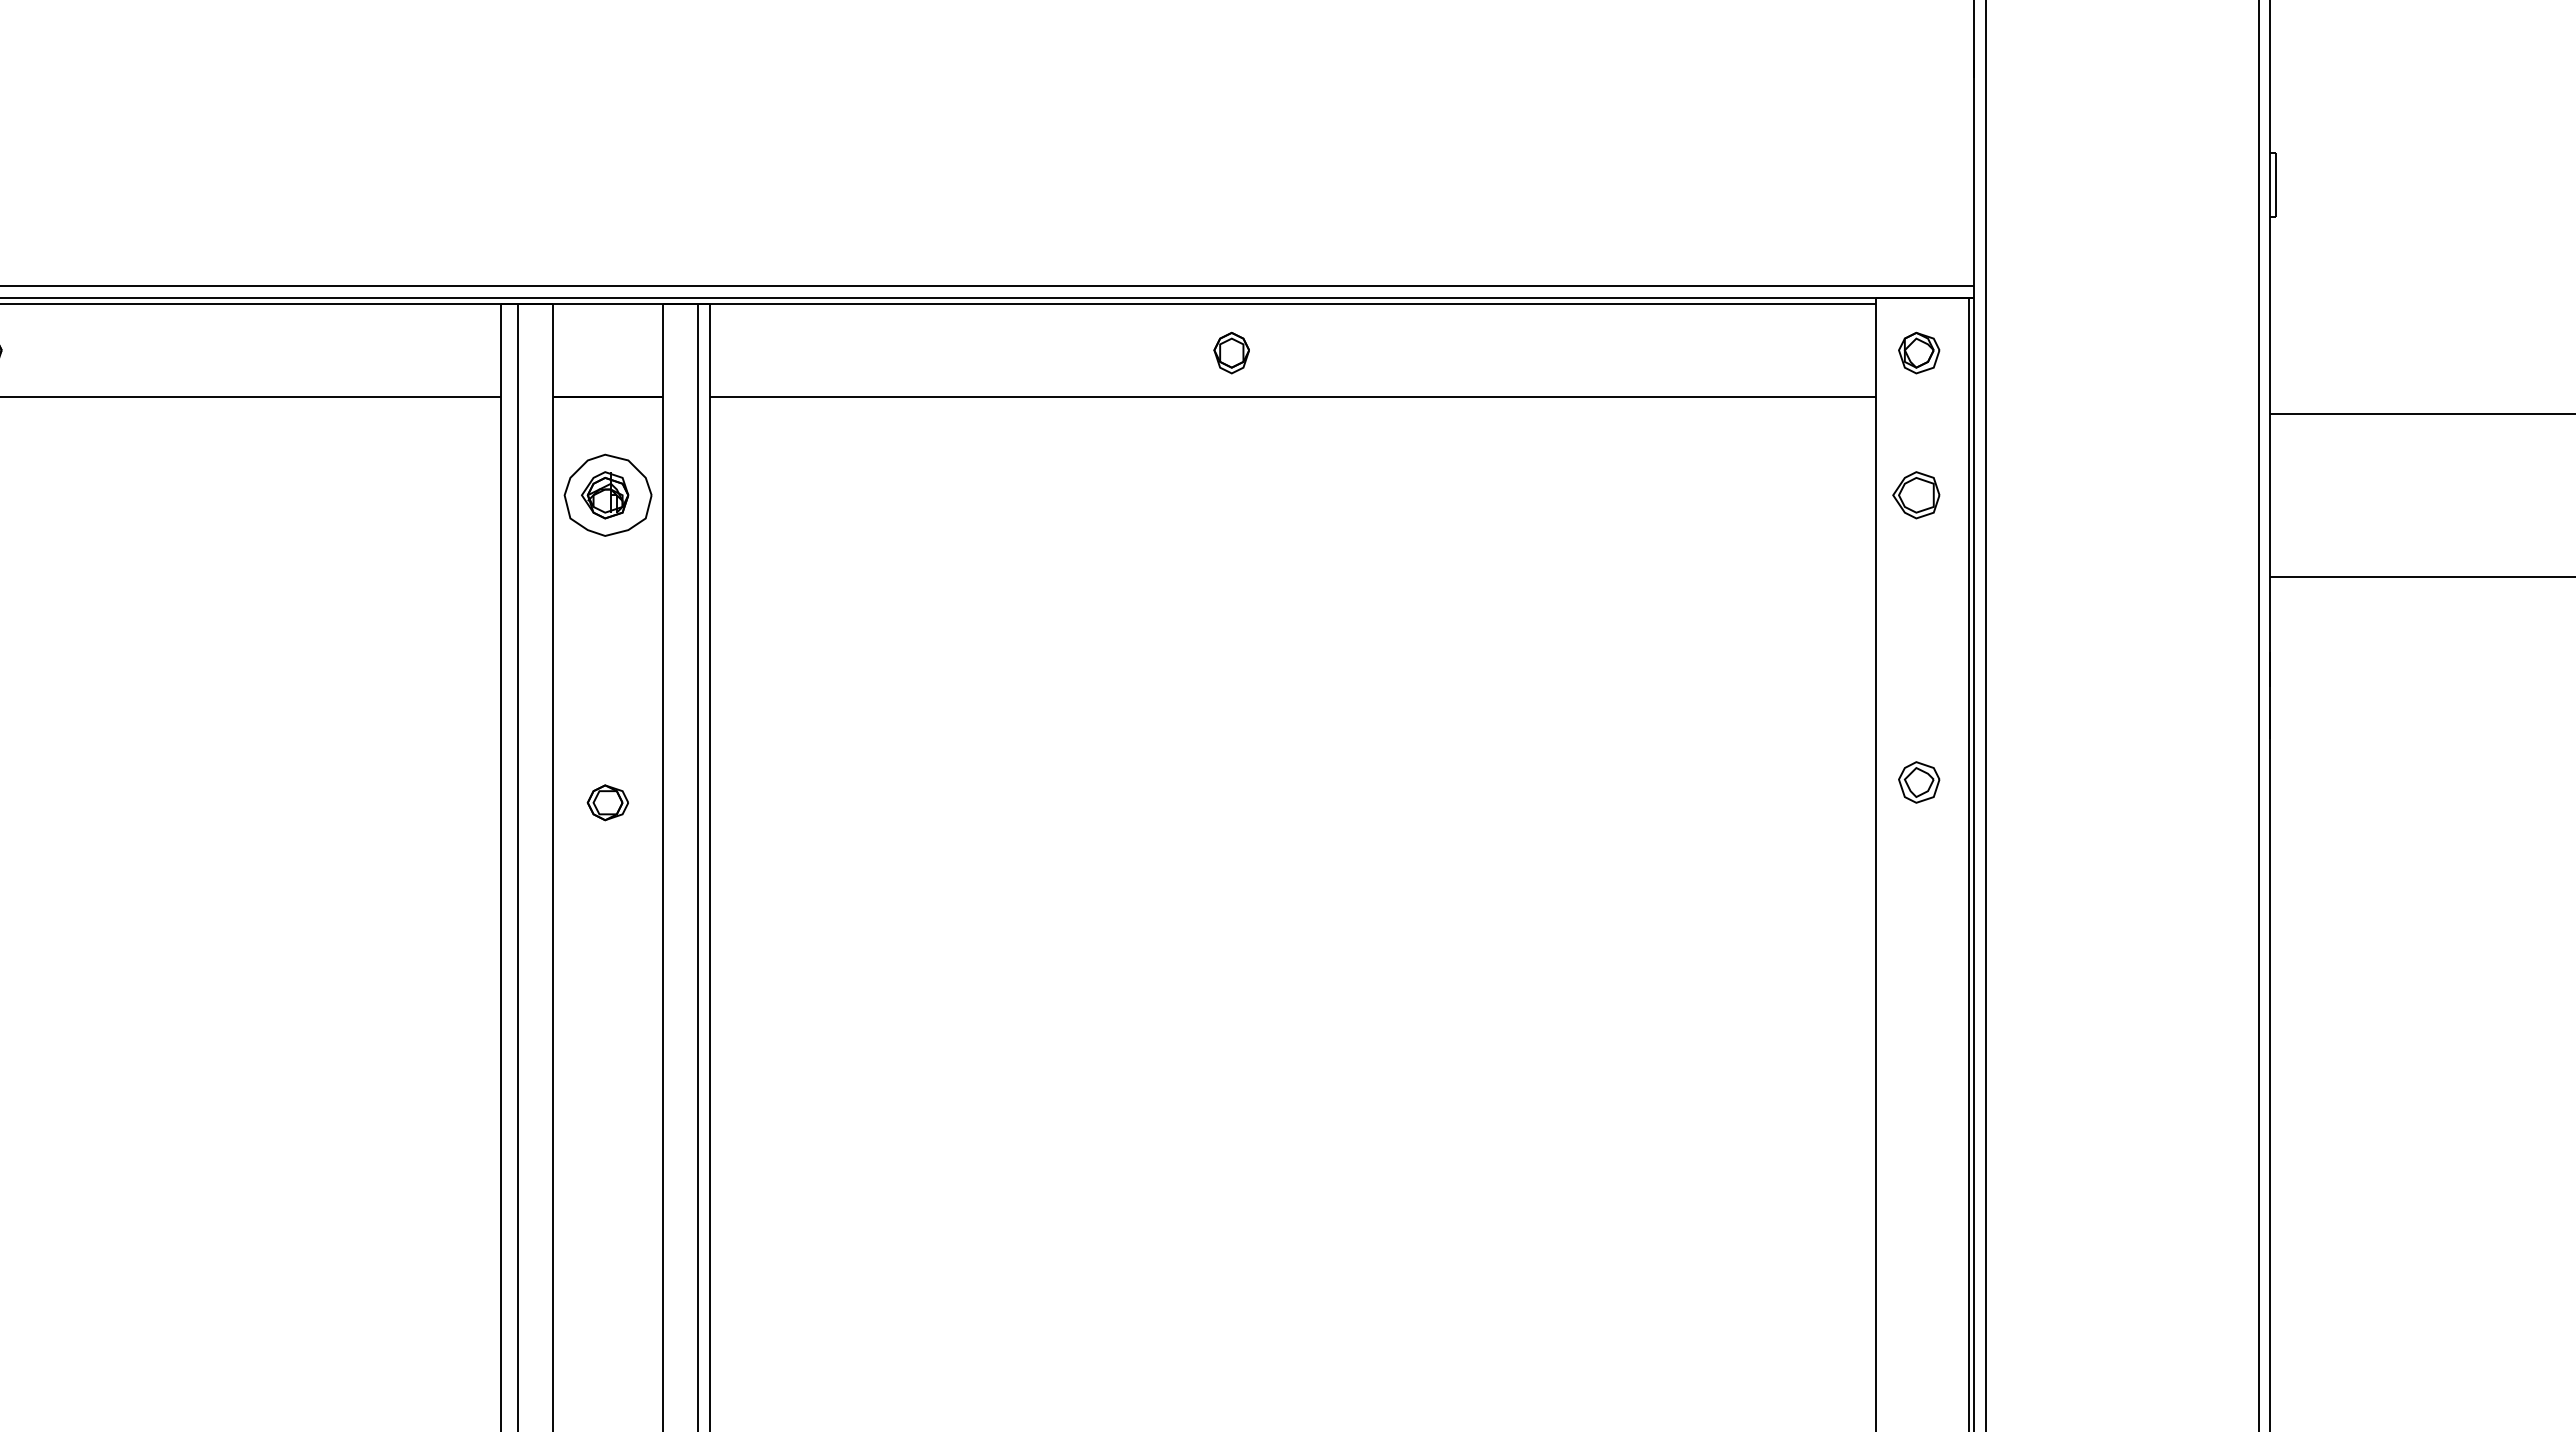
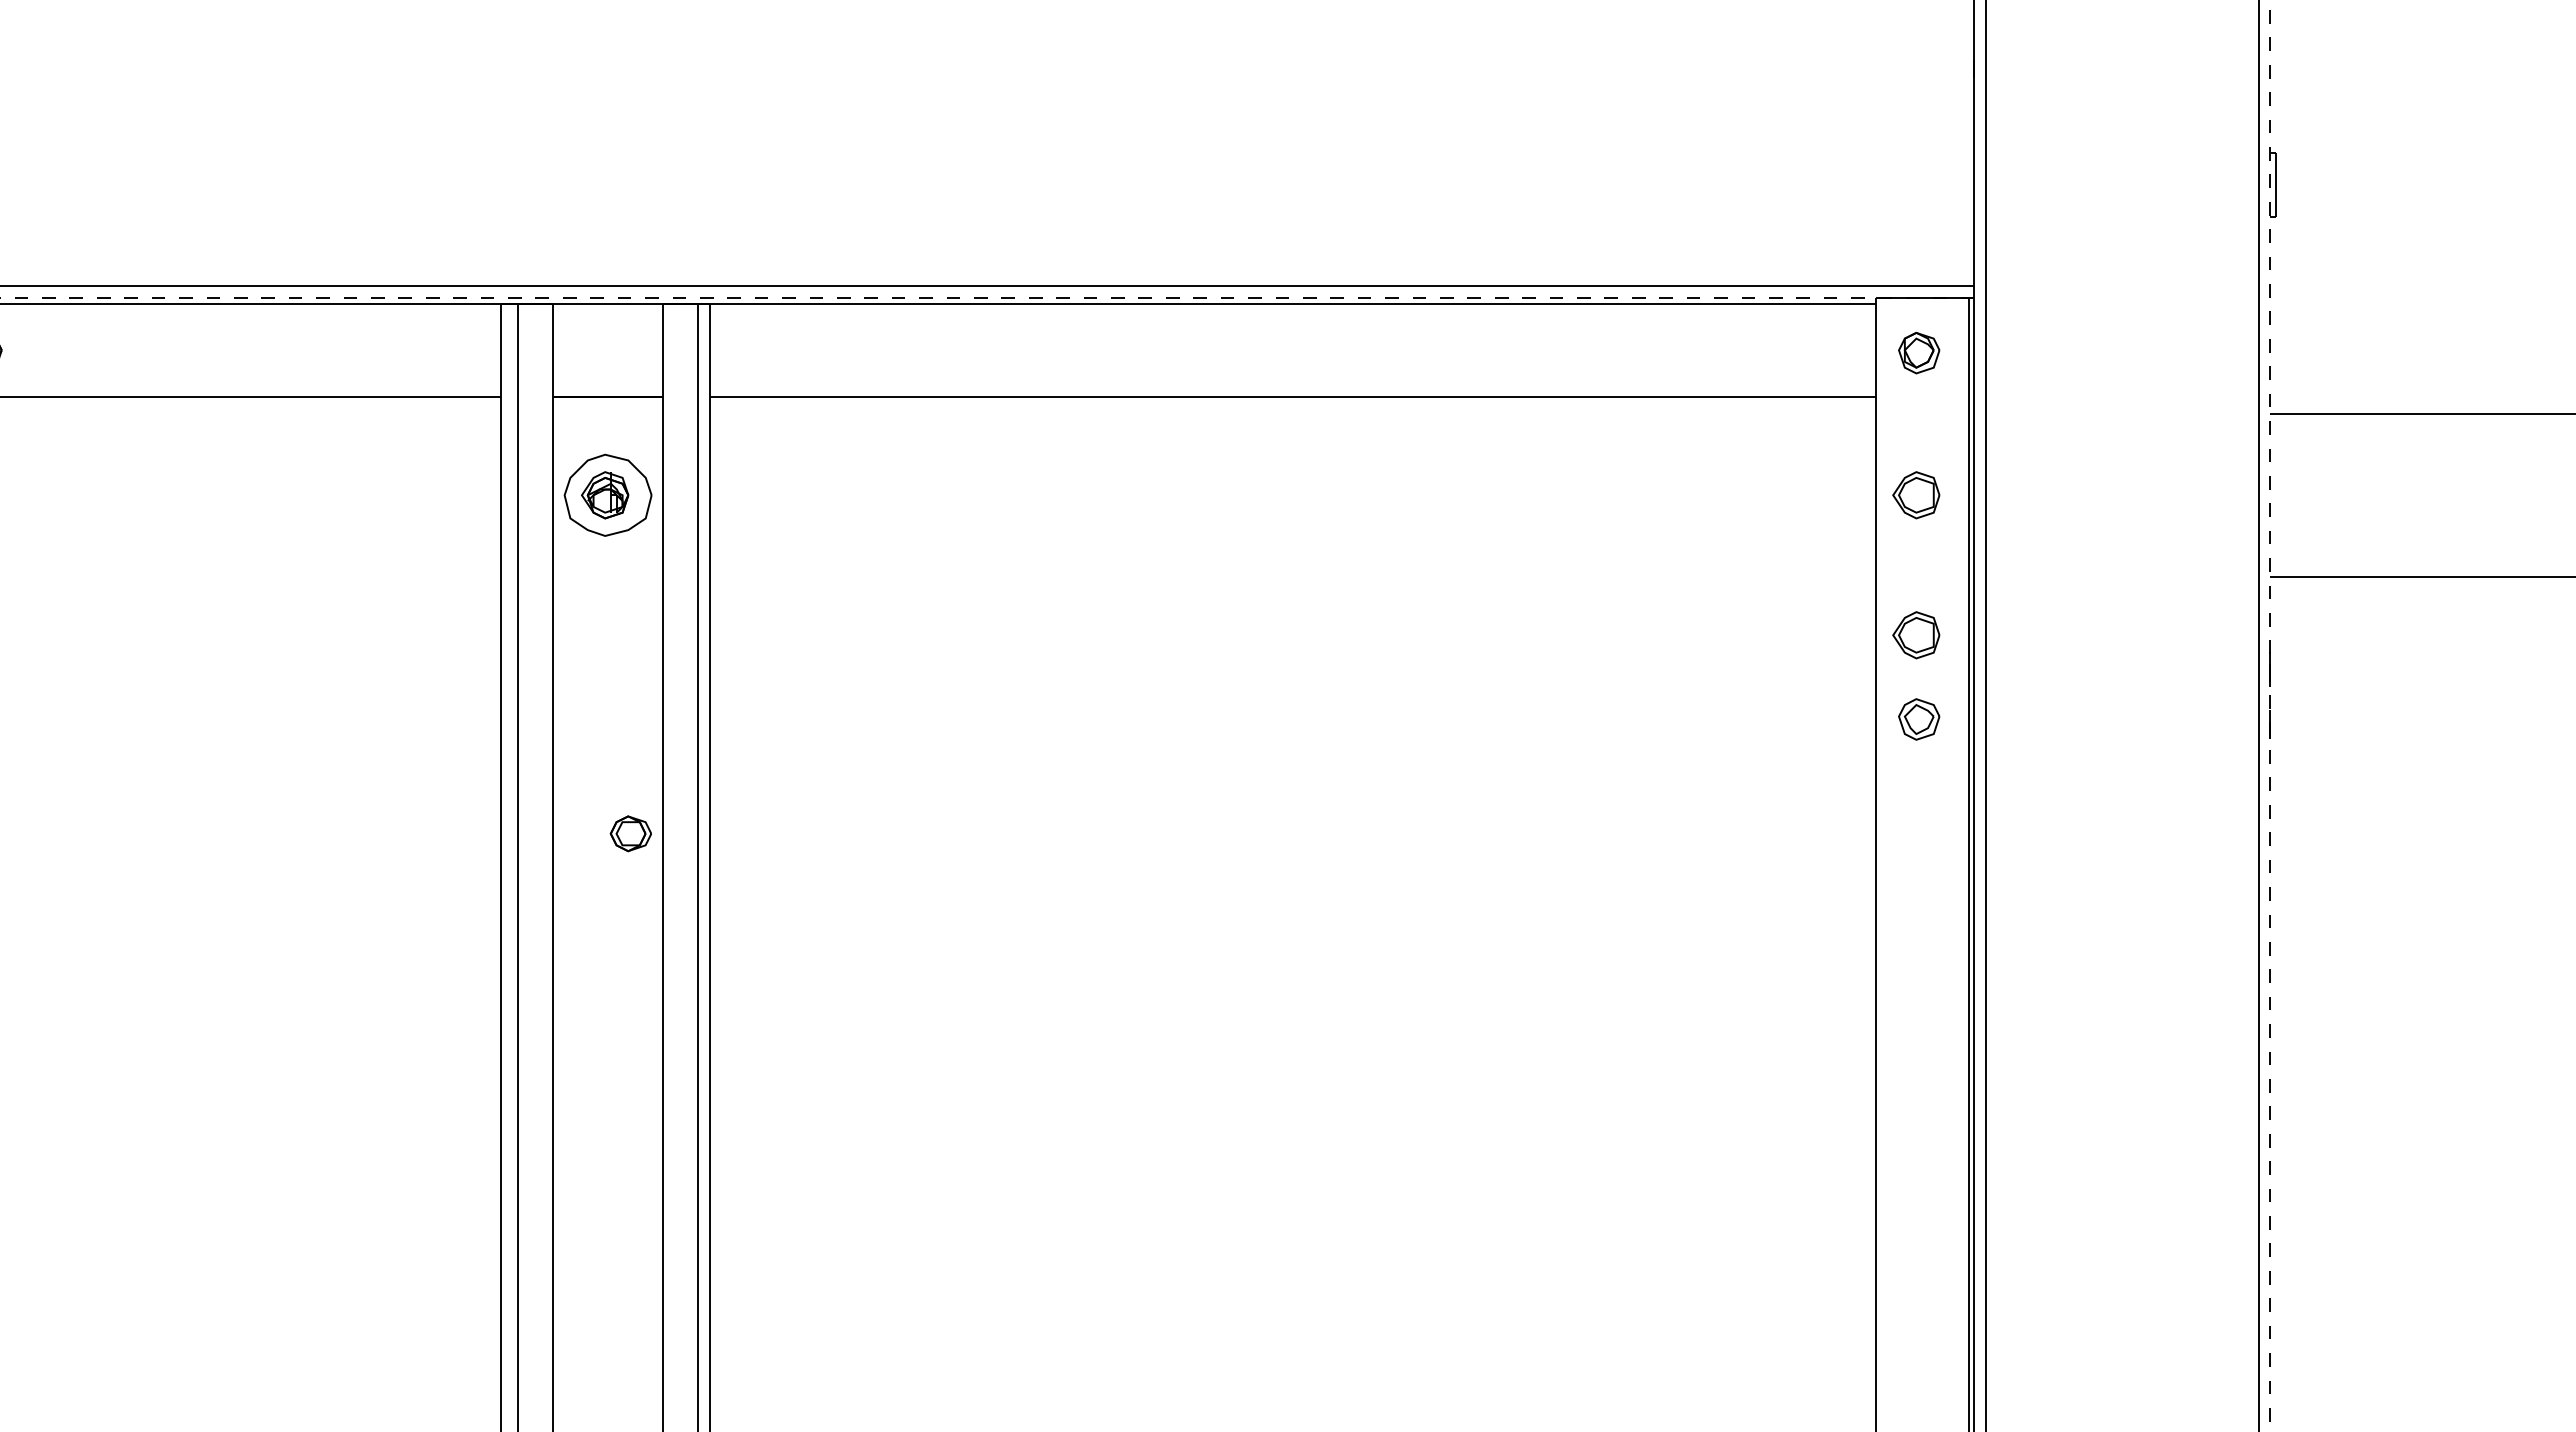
line at (987, 298): solid -> dashed
part at (1231, 352): present -> none
part at (1916, 635): none -> present
line at (2270, 715): solid -> dashed
part at (1919, 782) position: (1919, 782) -> (1919, 719)
part at (607, 802) position: (607, 802) -> (630, 833)
